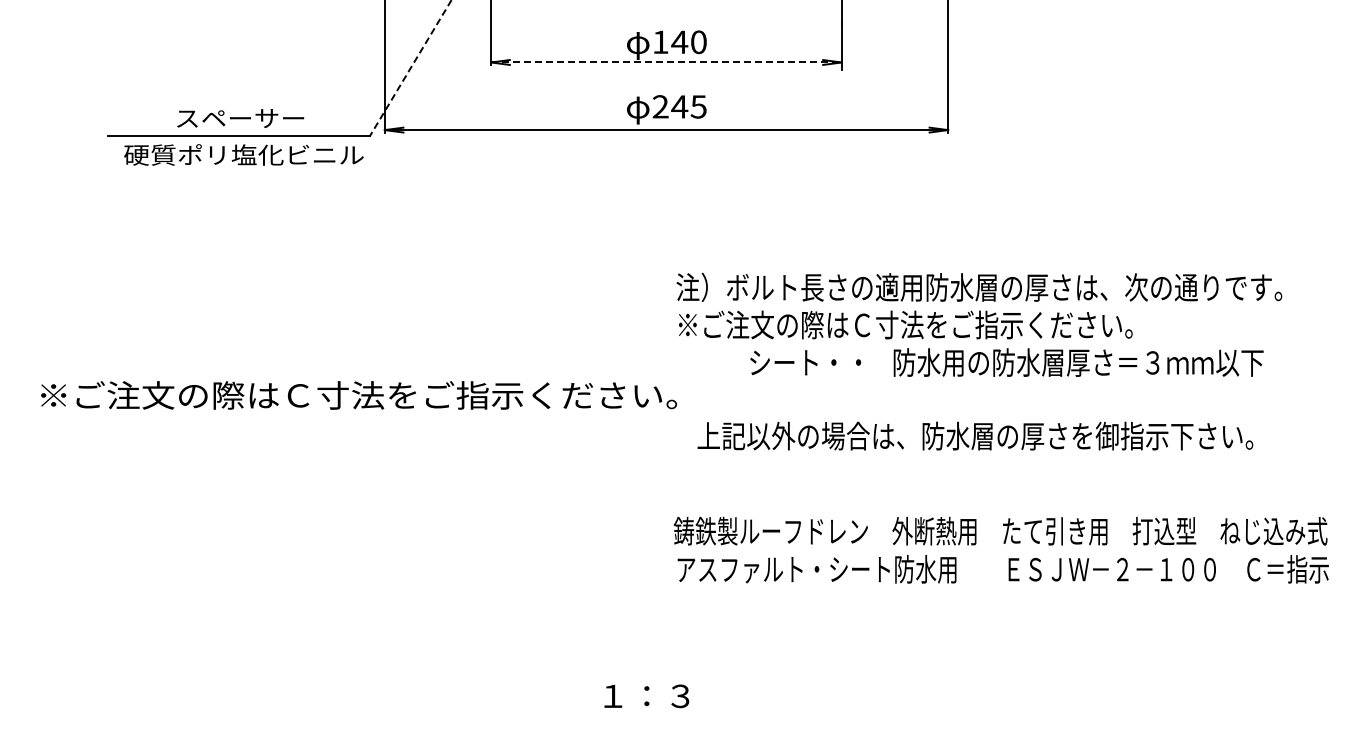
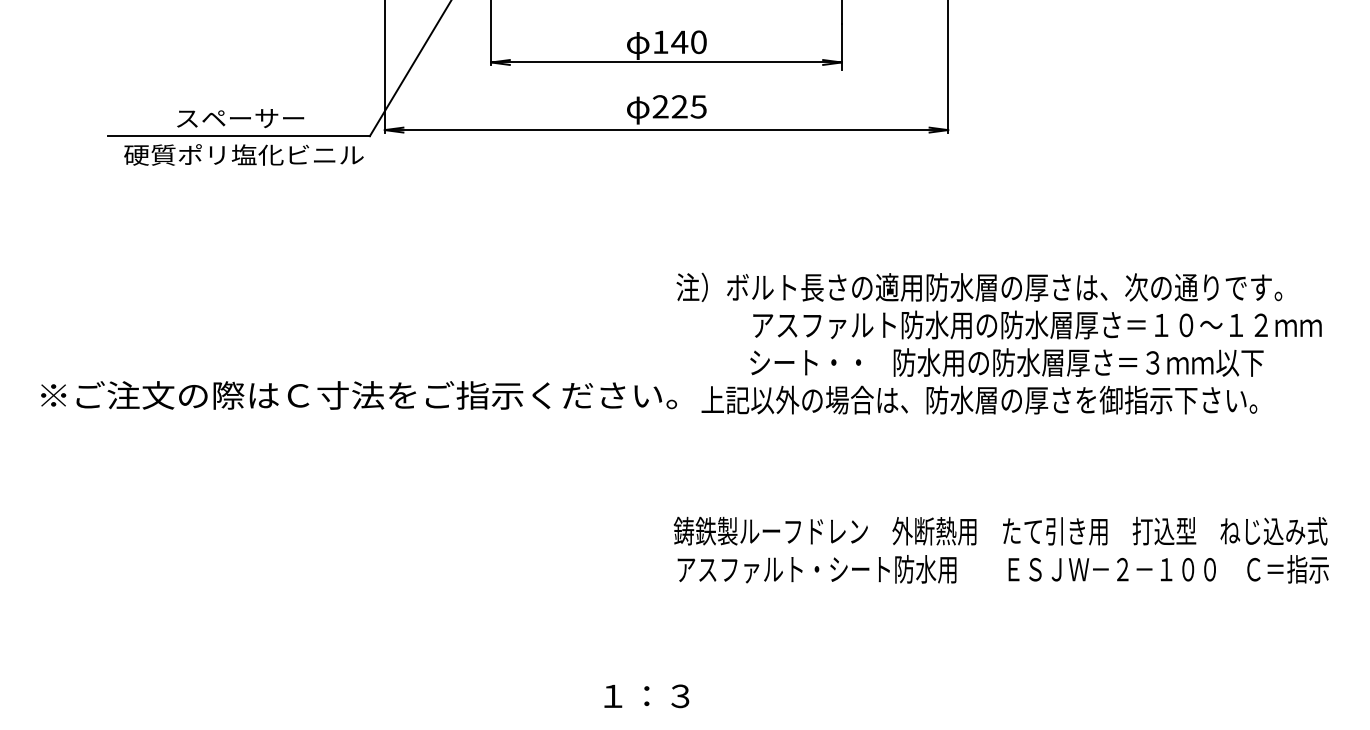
line at (666, 62): dashed -> solid
line at (410, 68): dashed -> solid
text at (679, 106): 245 -> 225
text at (1000, 324): ※ご注文の際はＣ寸法をご指示ください。 -> アスファルト防水用の防水層厚さ＝１０～１２ｍｍ
text at (975, 435) position: (975, 435) -> (979, 399)
